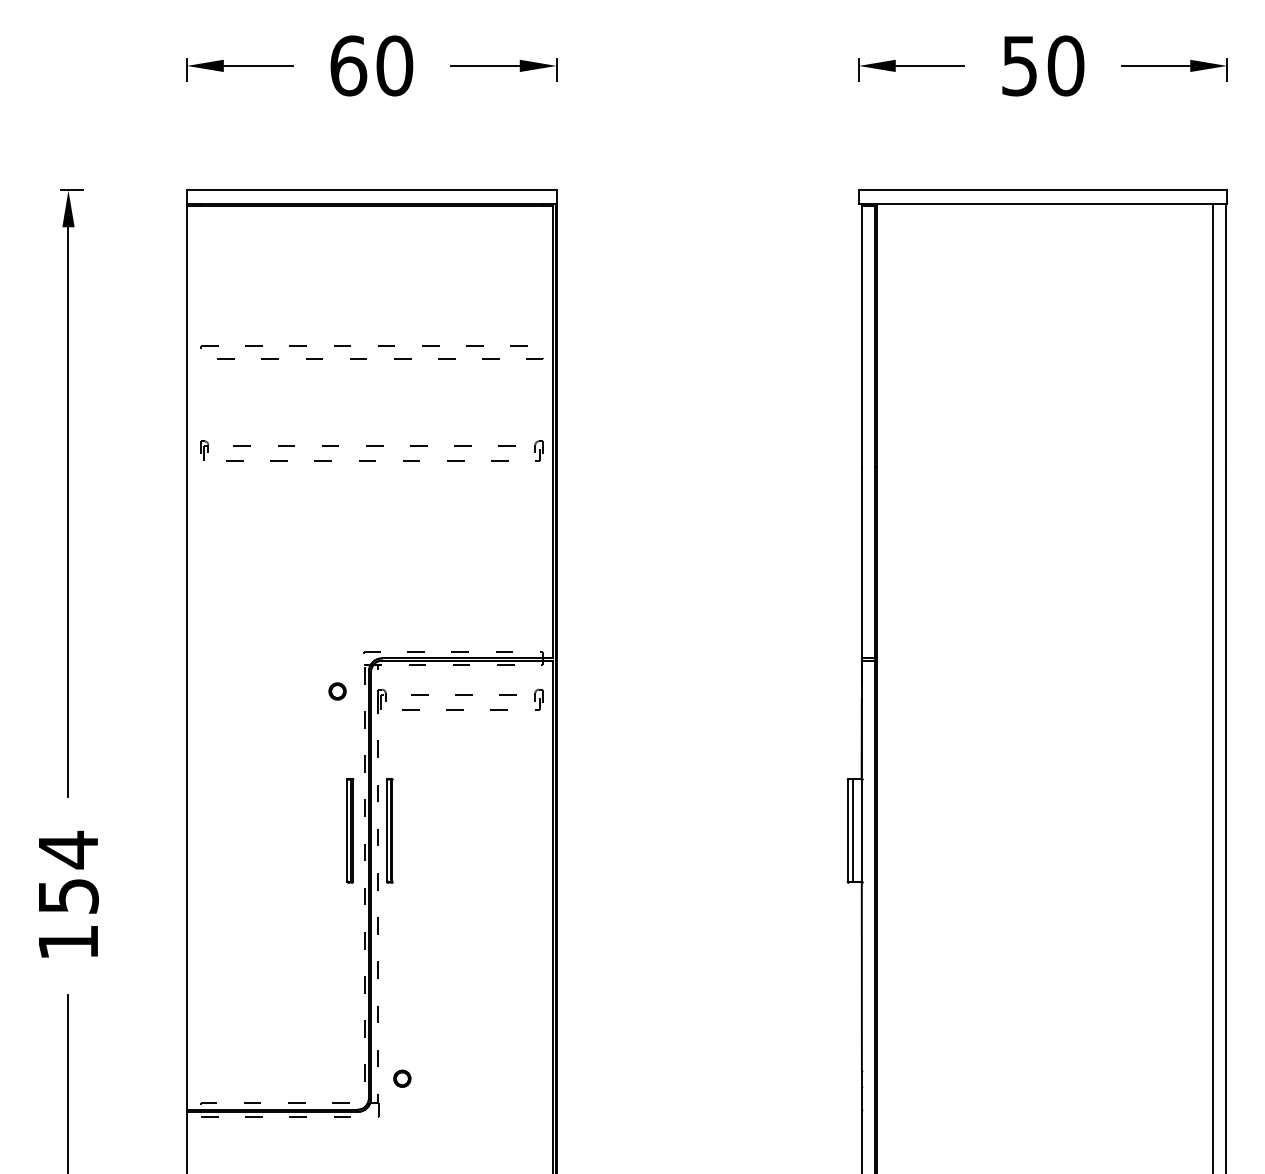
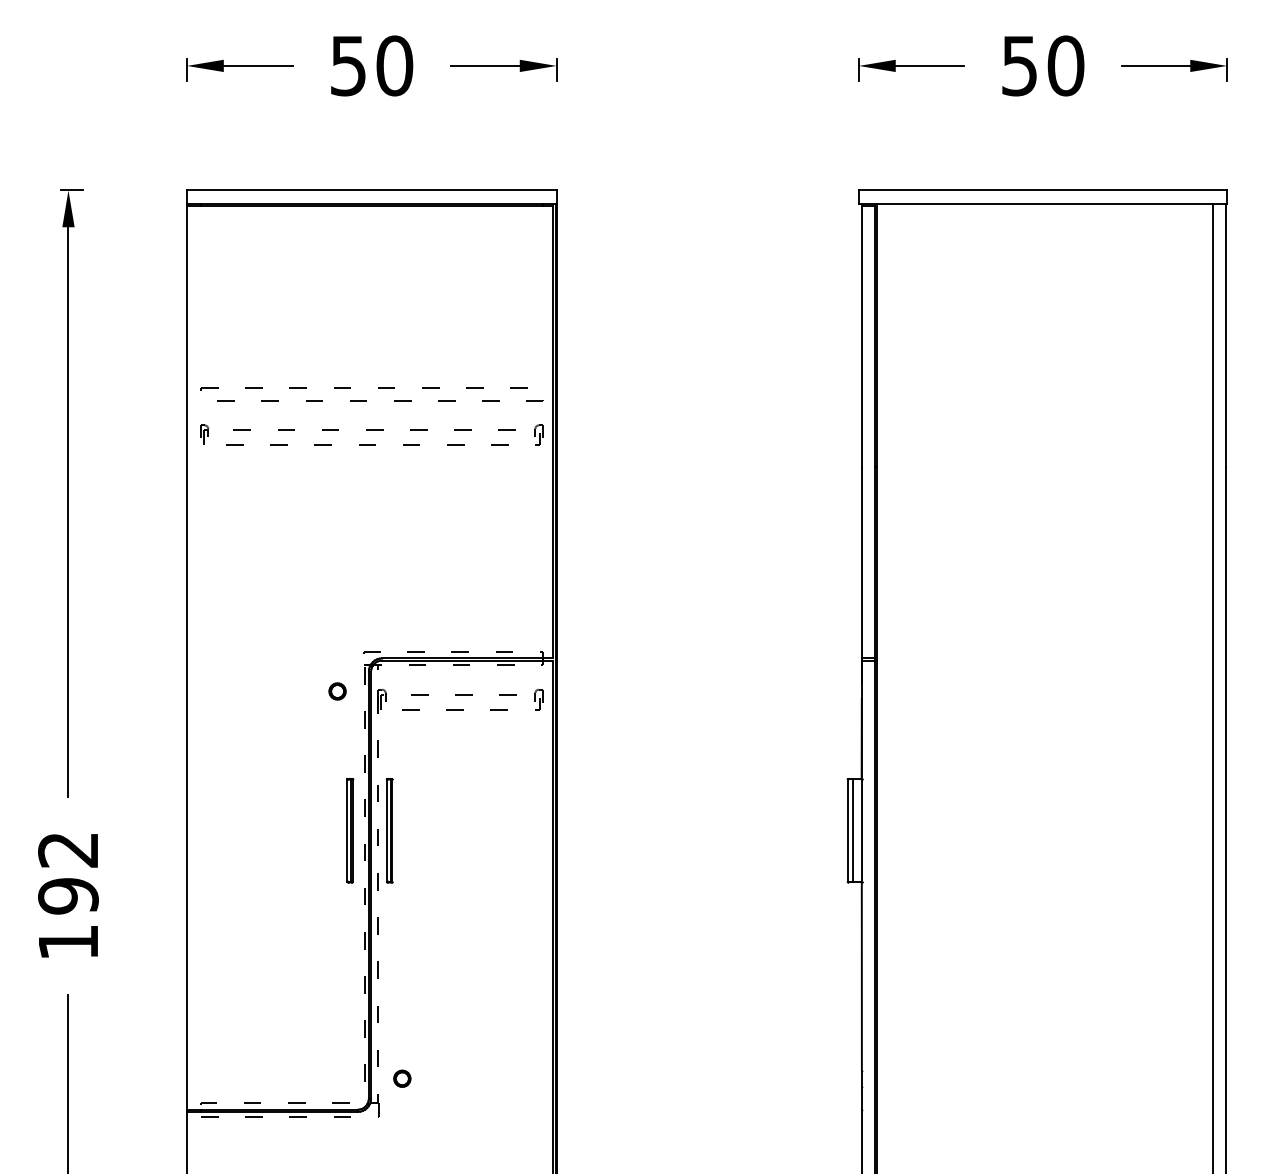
text at (348, 65): 60 -> 50
part at (366, 358) position: (366, 358) -> (366, 400)
part at (371, 450) position: (371, 450) -> (371, 434)
text at (68, 872): 154 -> 192
